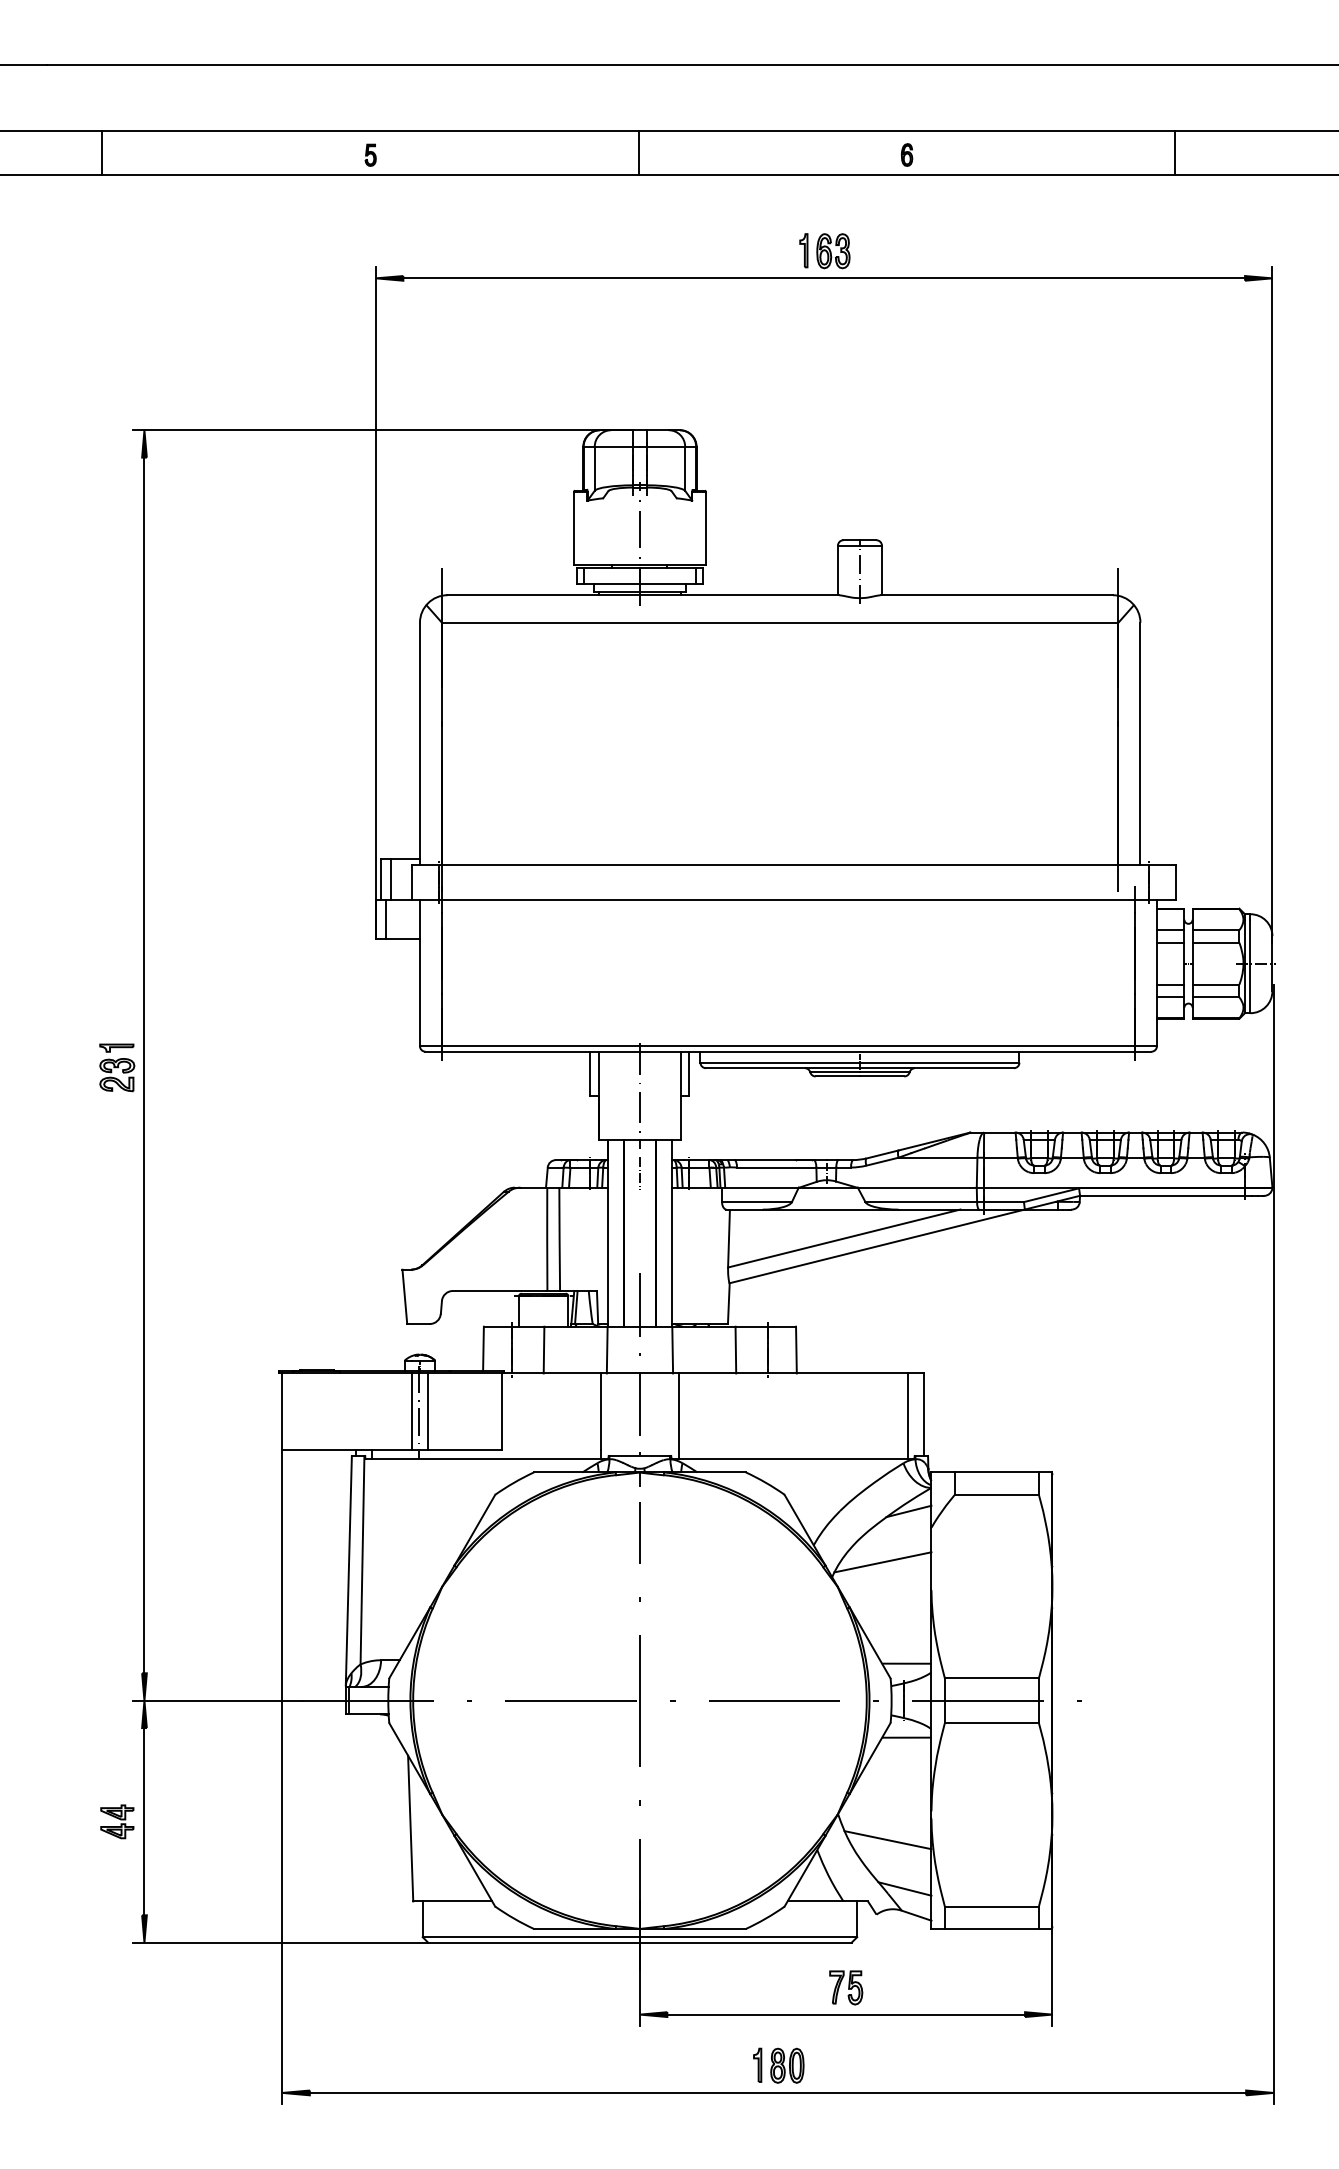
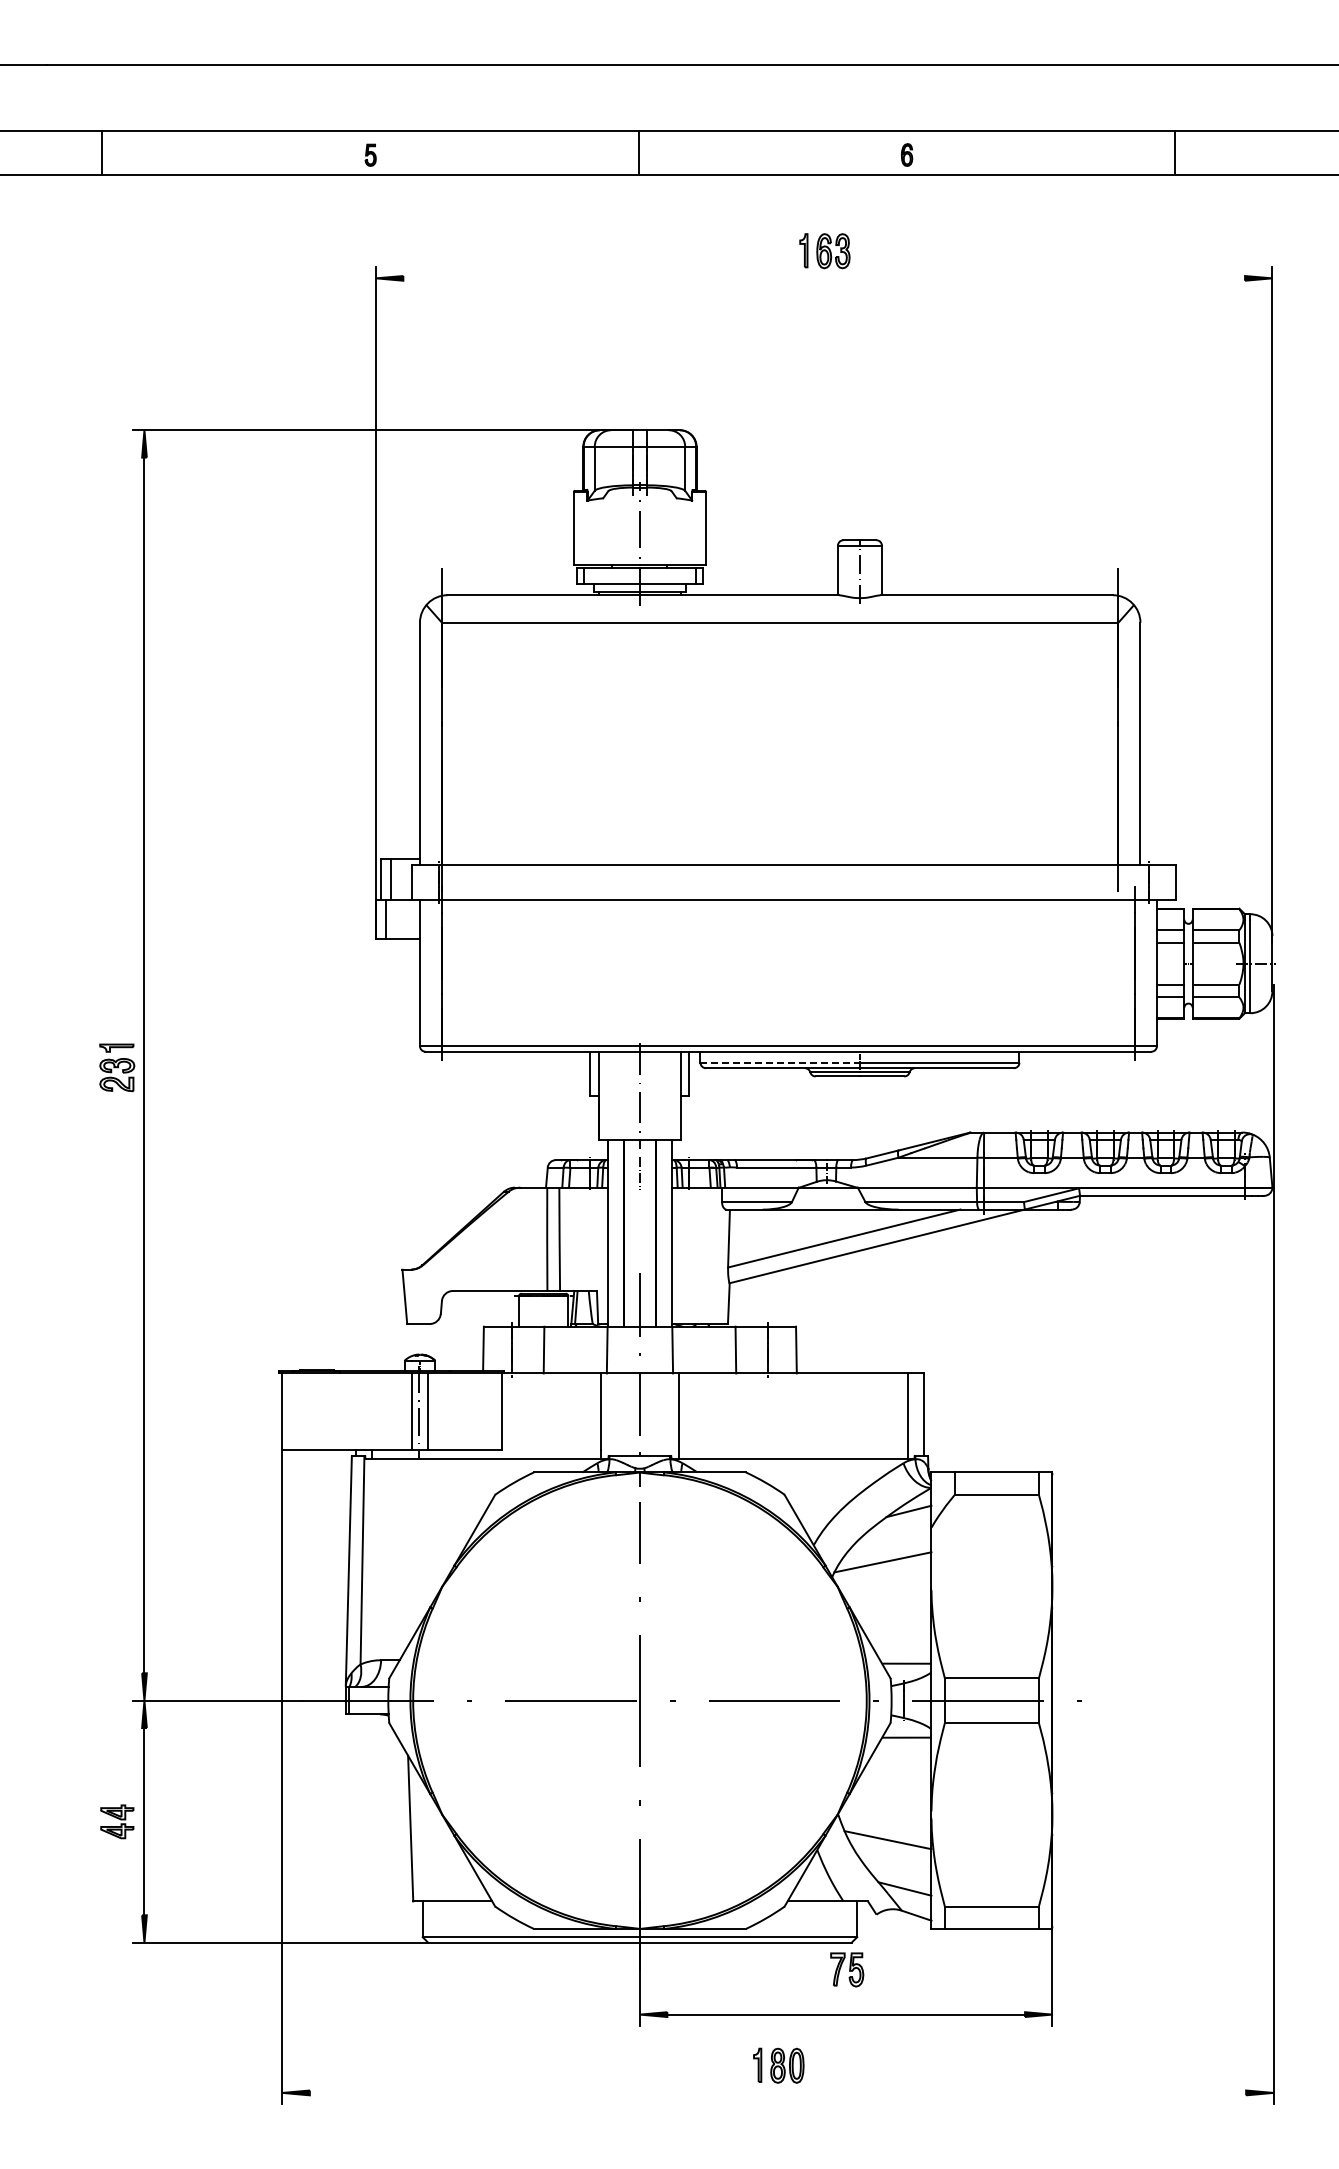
line at (824, 278): present -> none
line at (780, 1062): solid -> dashed
part at (846, 1987) position: (846, 1987) -> (847, 1969)
line at (777, 2092): present -> none
